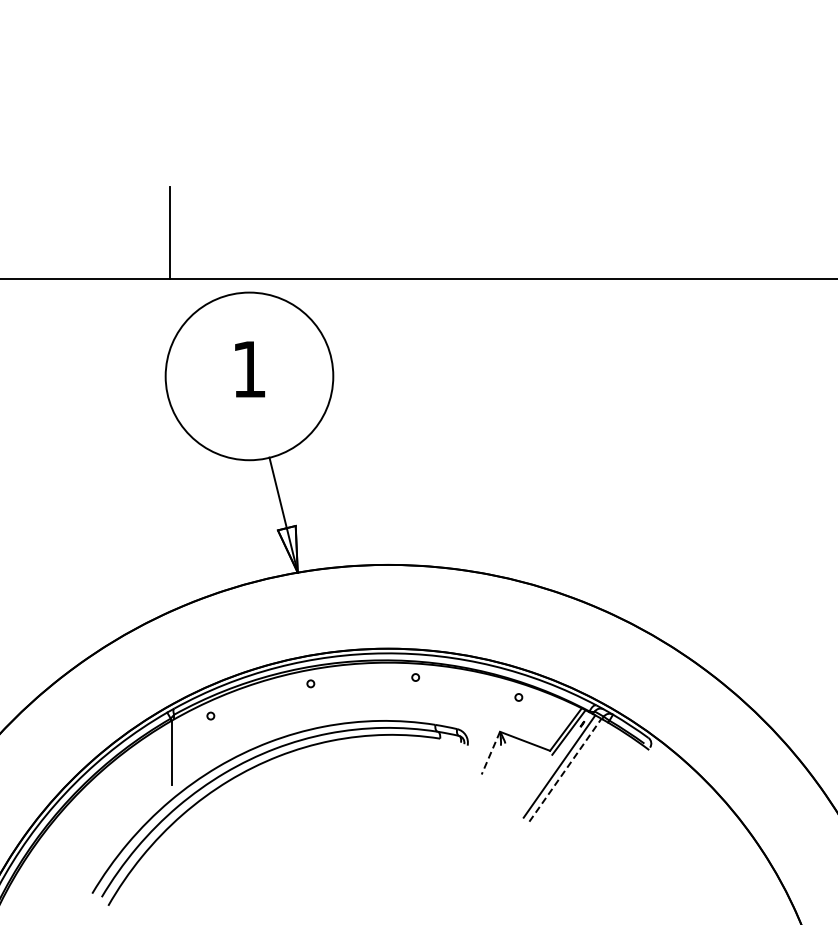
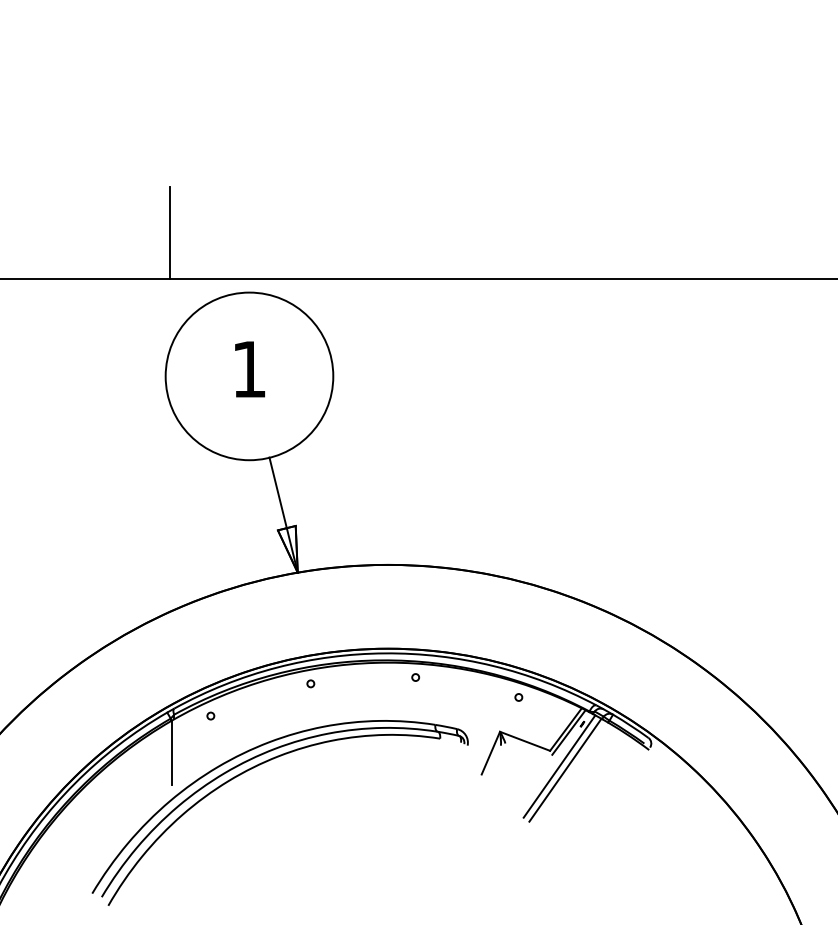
line at (490, 753): dashed -> solid
line at (565, 770): dashed -> solid
